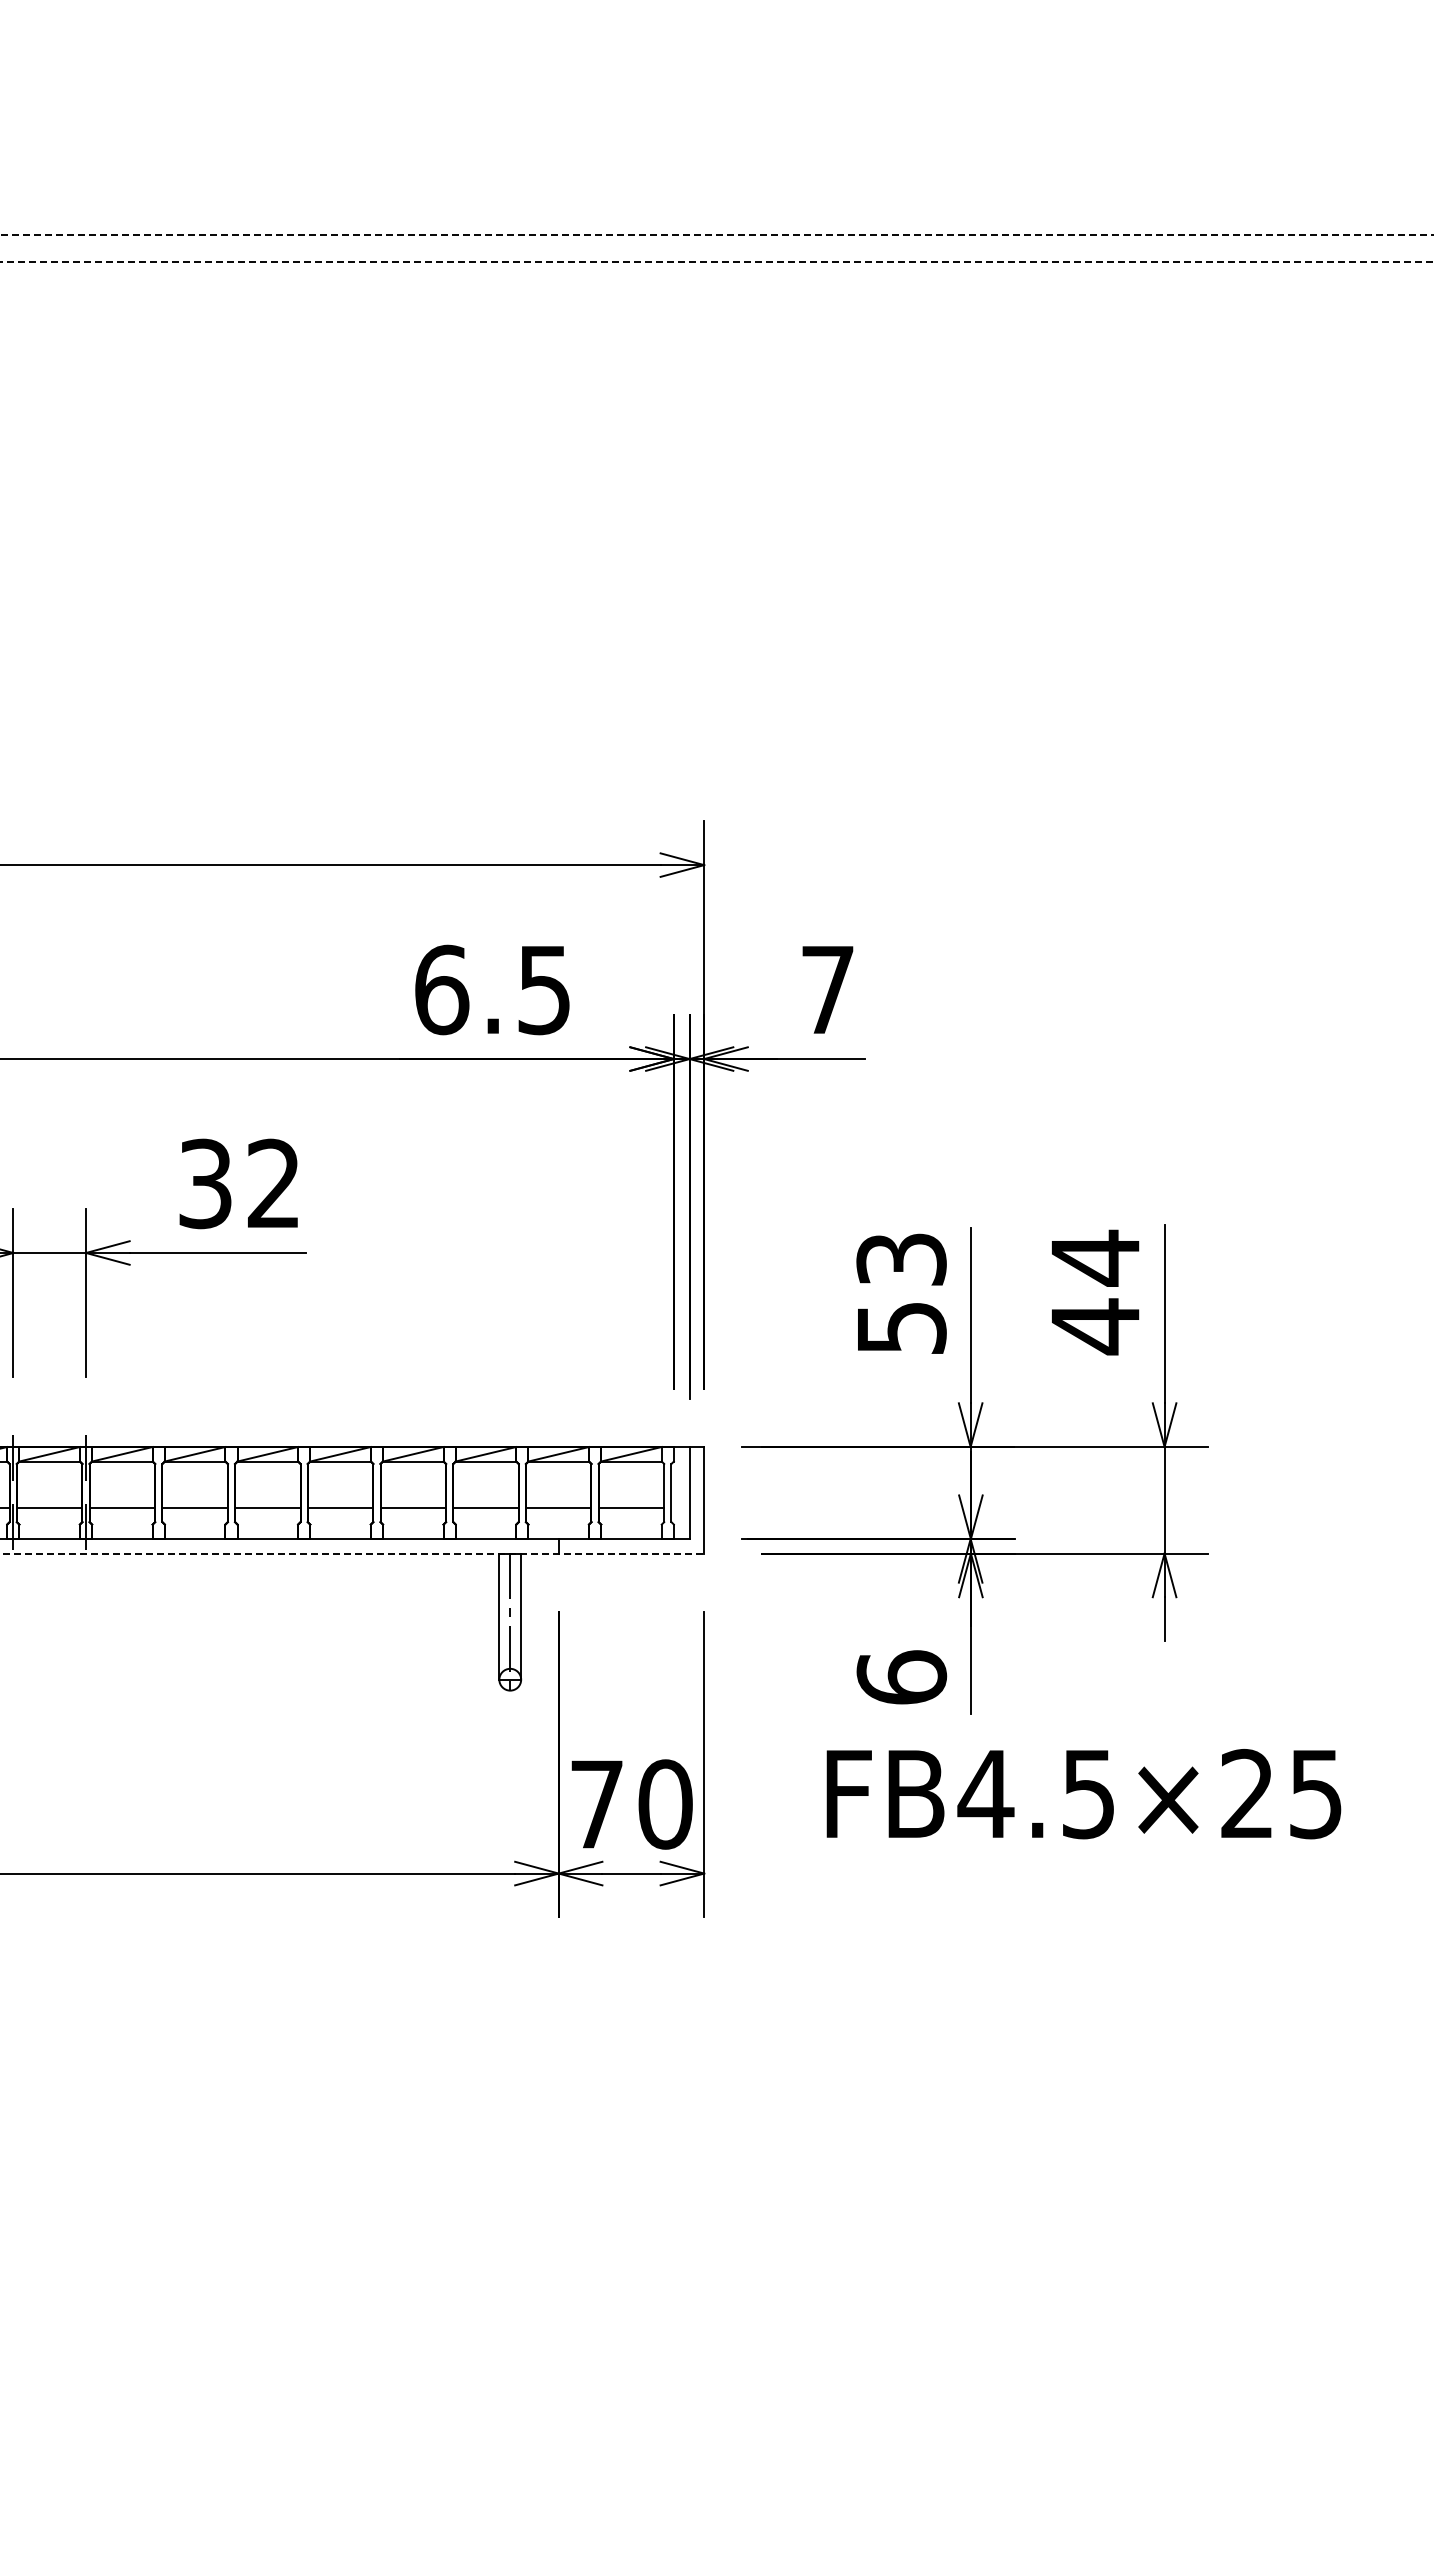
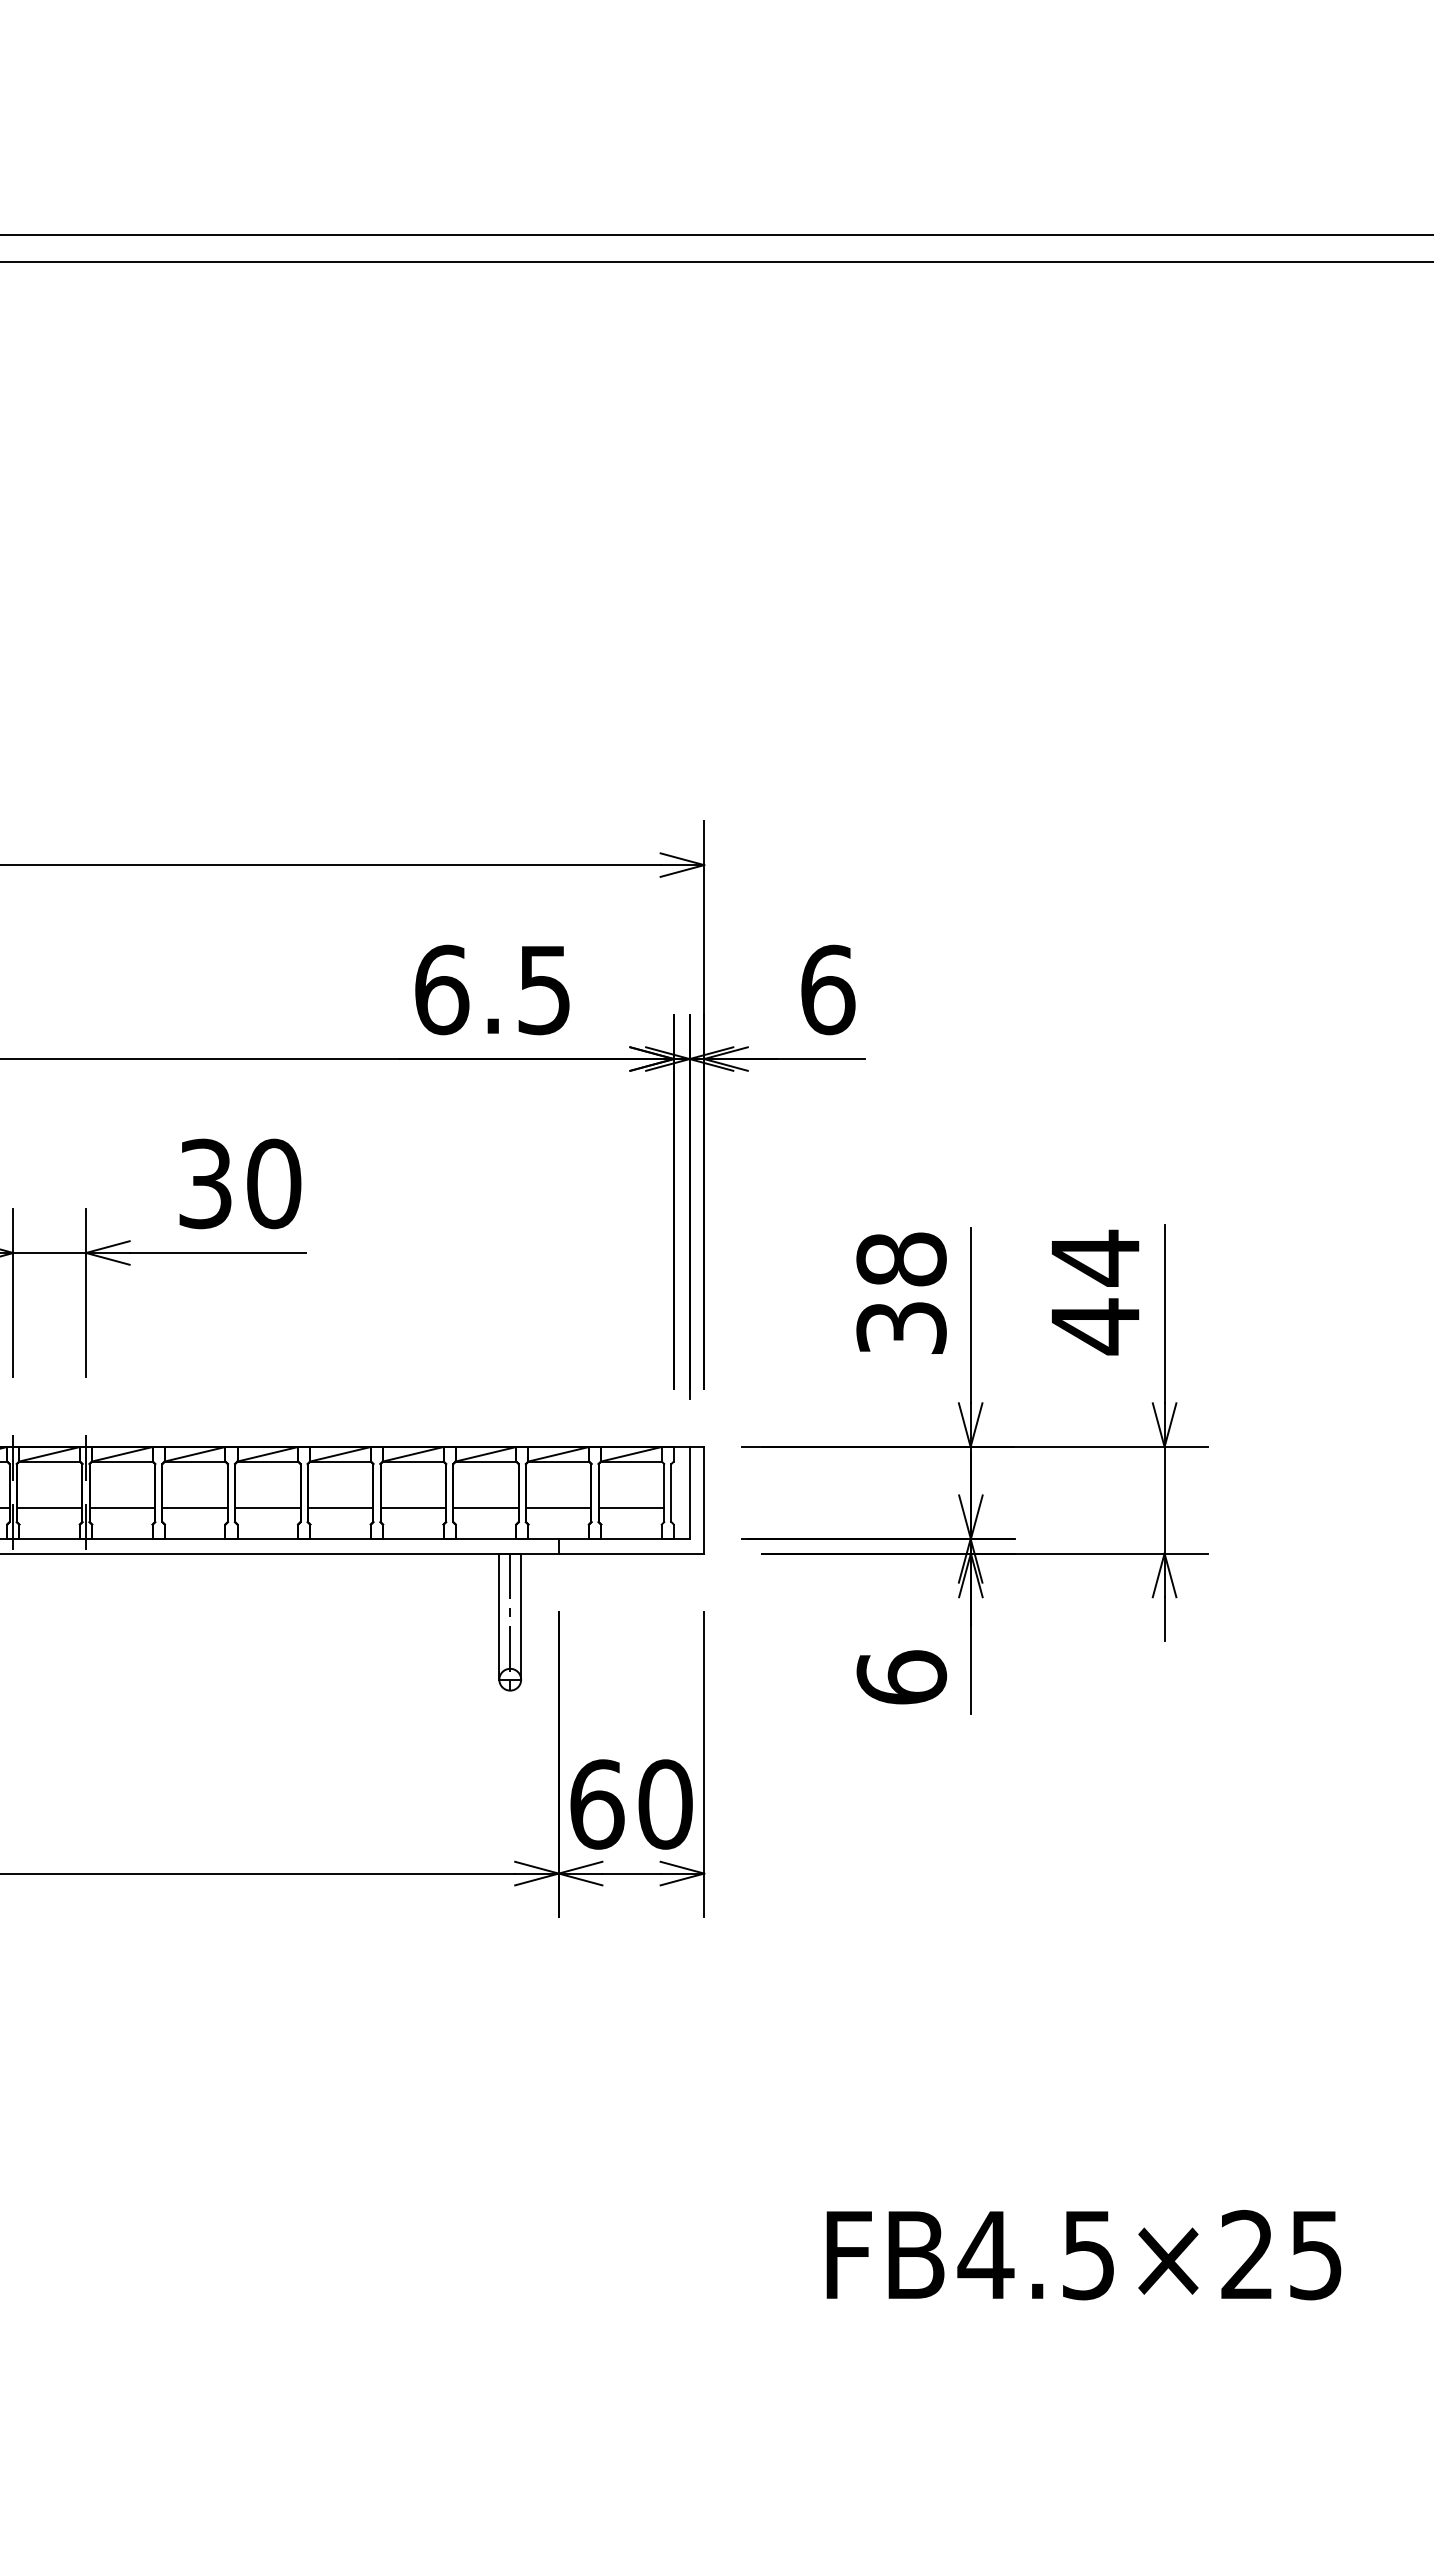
line at (716, 234): dashed -> solid
line at (717, 262): dashed -> solid
text at (828, 989): 7 -> 6
text at (274, 1183): 32 -> 30
text at (901, 1292): 53 -> 38
line at (352, 1553): dashed -> solid
text at (1083, 1794) position: (1083, 1794) -> (1083, 2255)
text at (597, 1804): 70 -> 60
